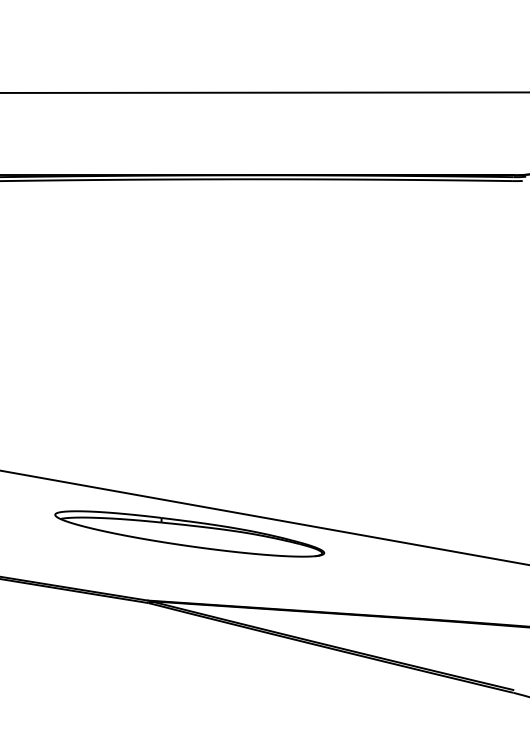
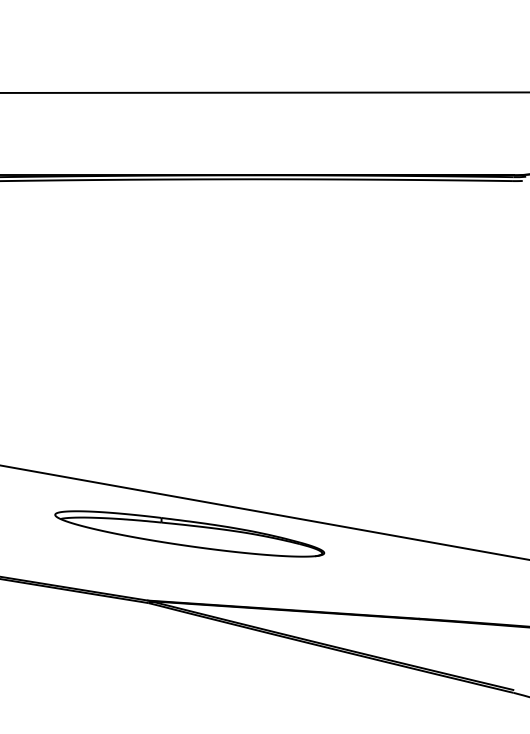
line at (264, 517) position: (264, 517) -> (264, 512)
